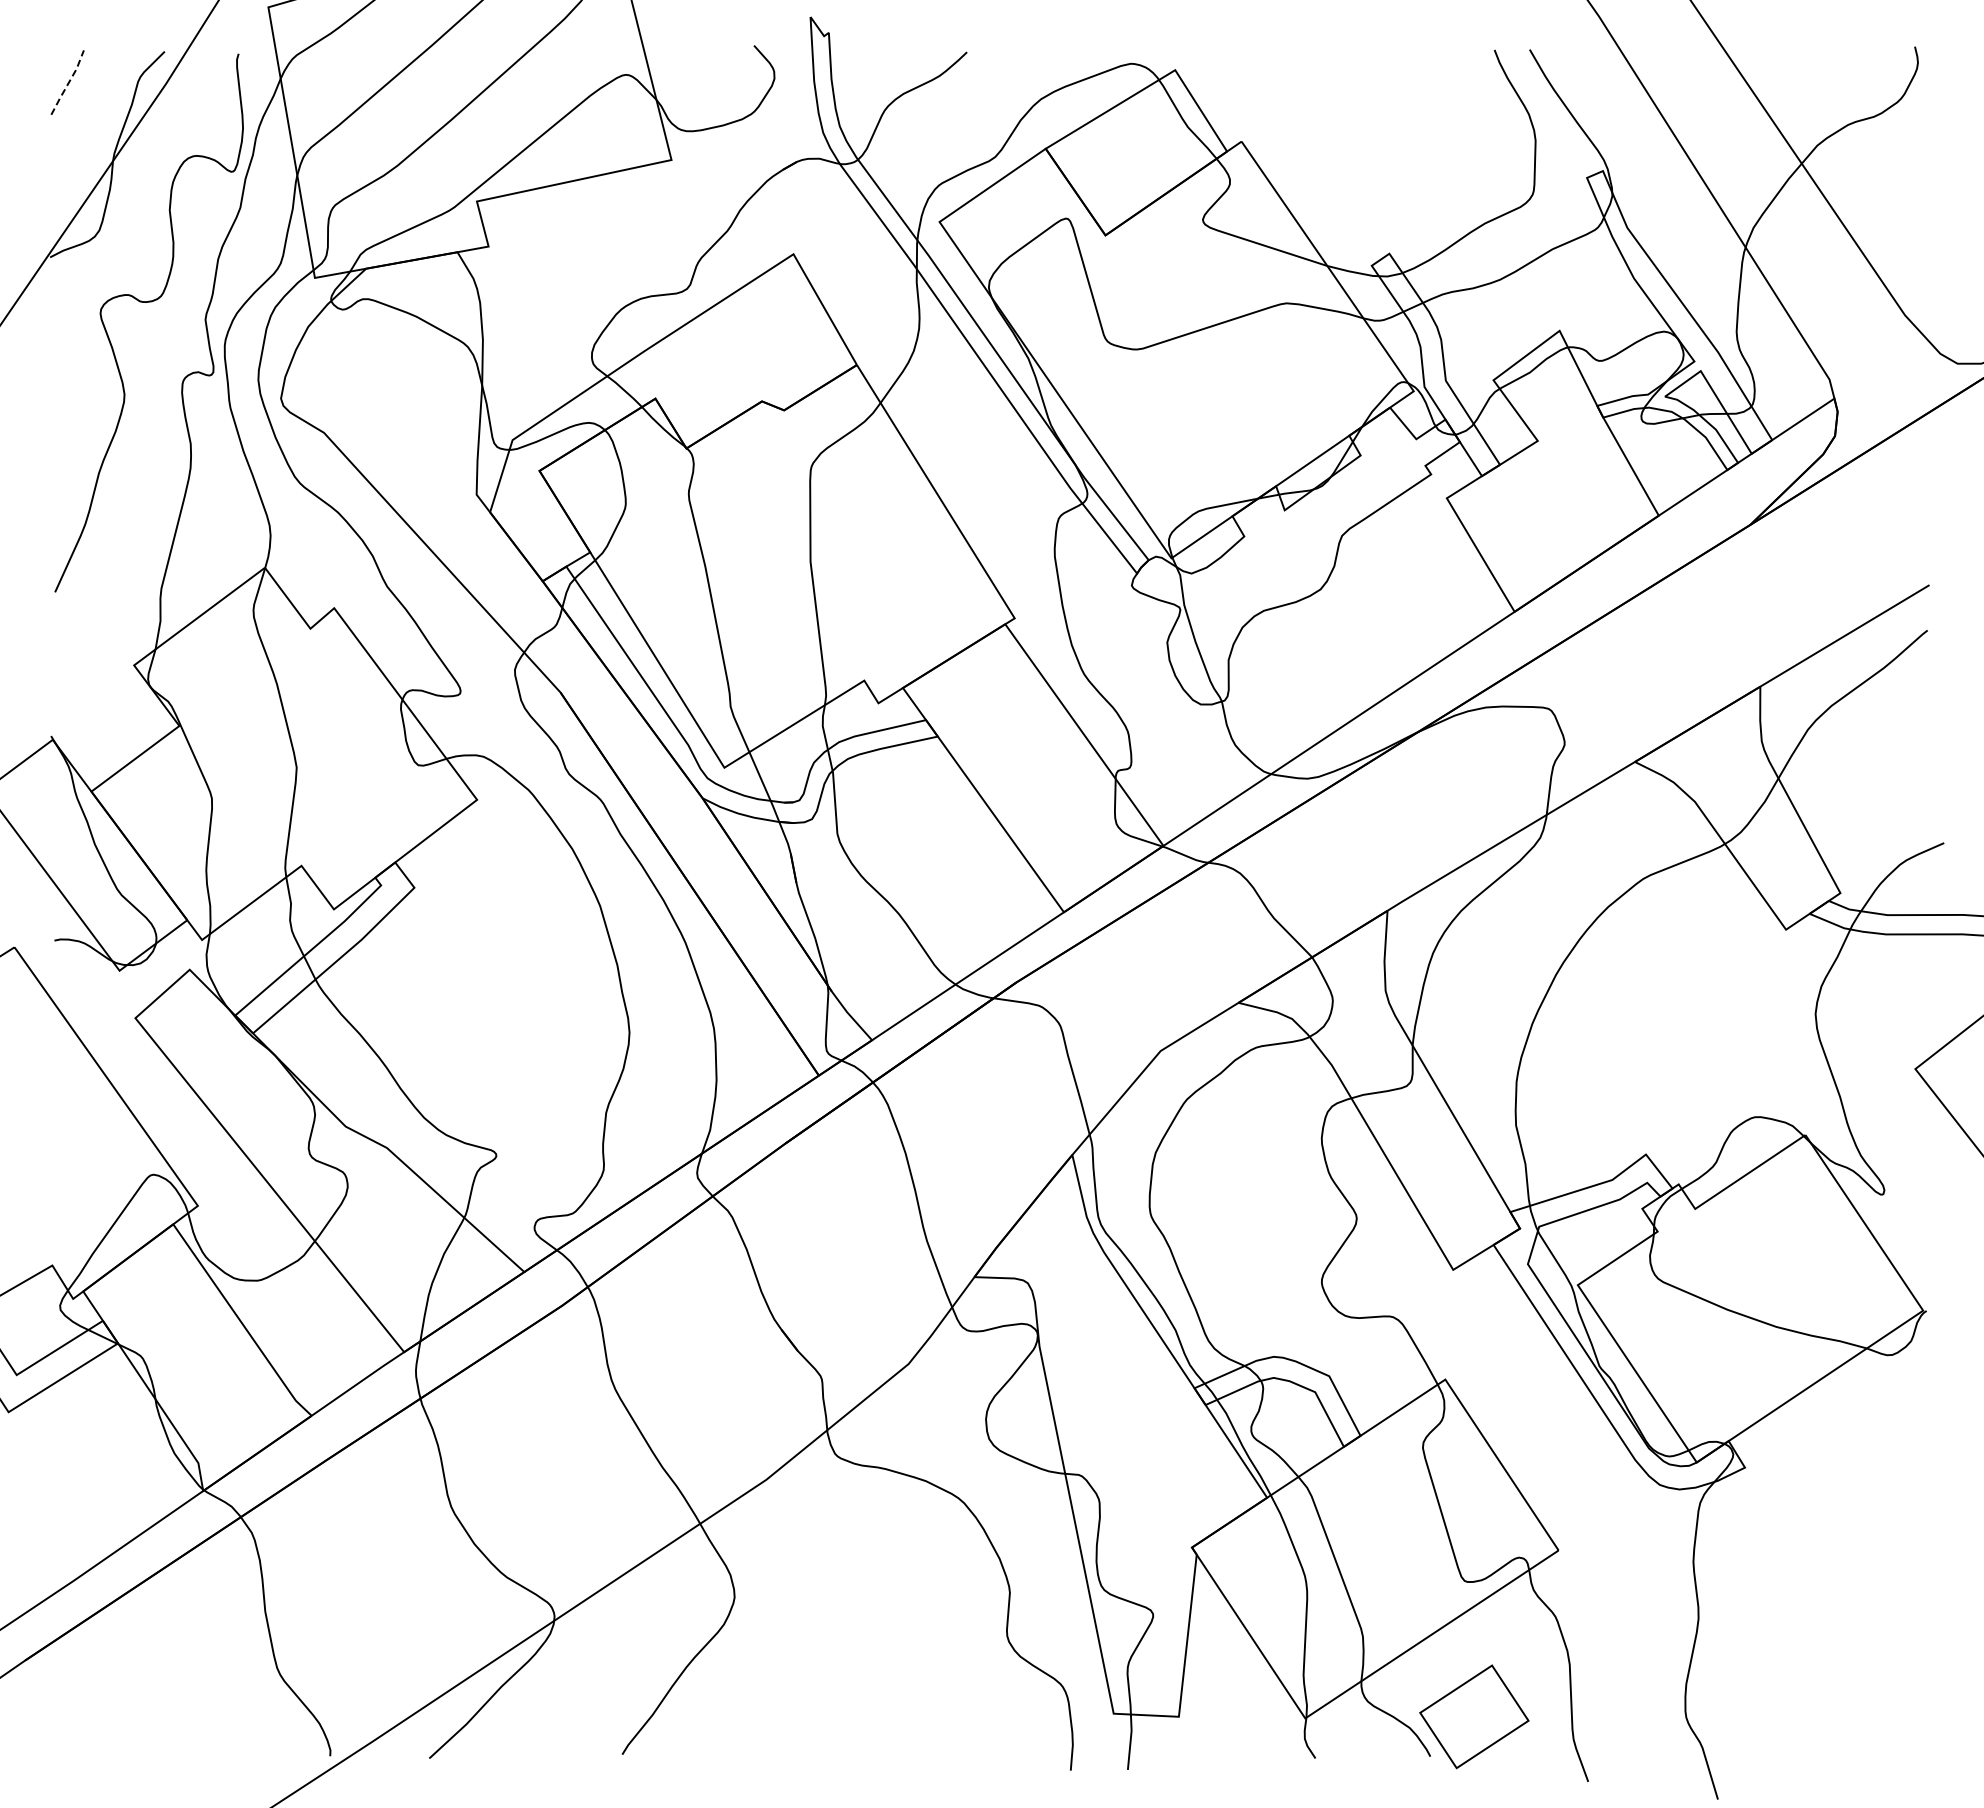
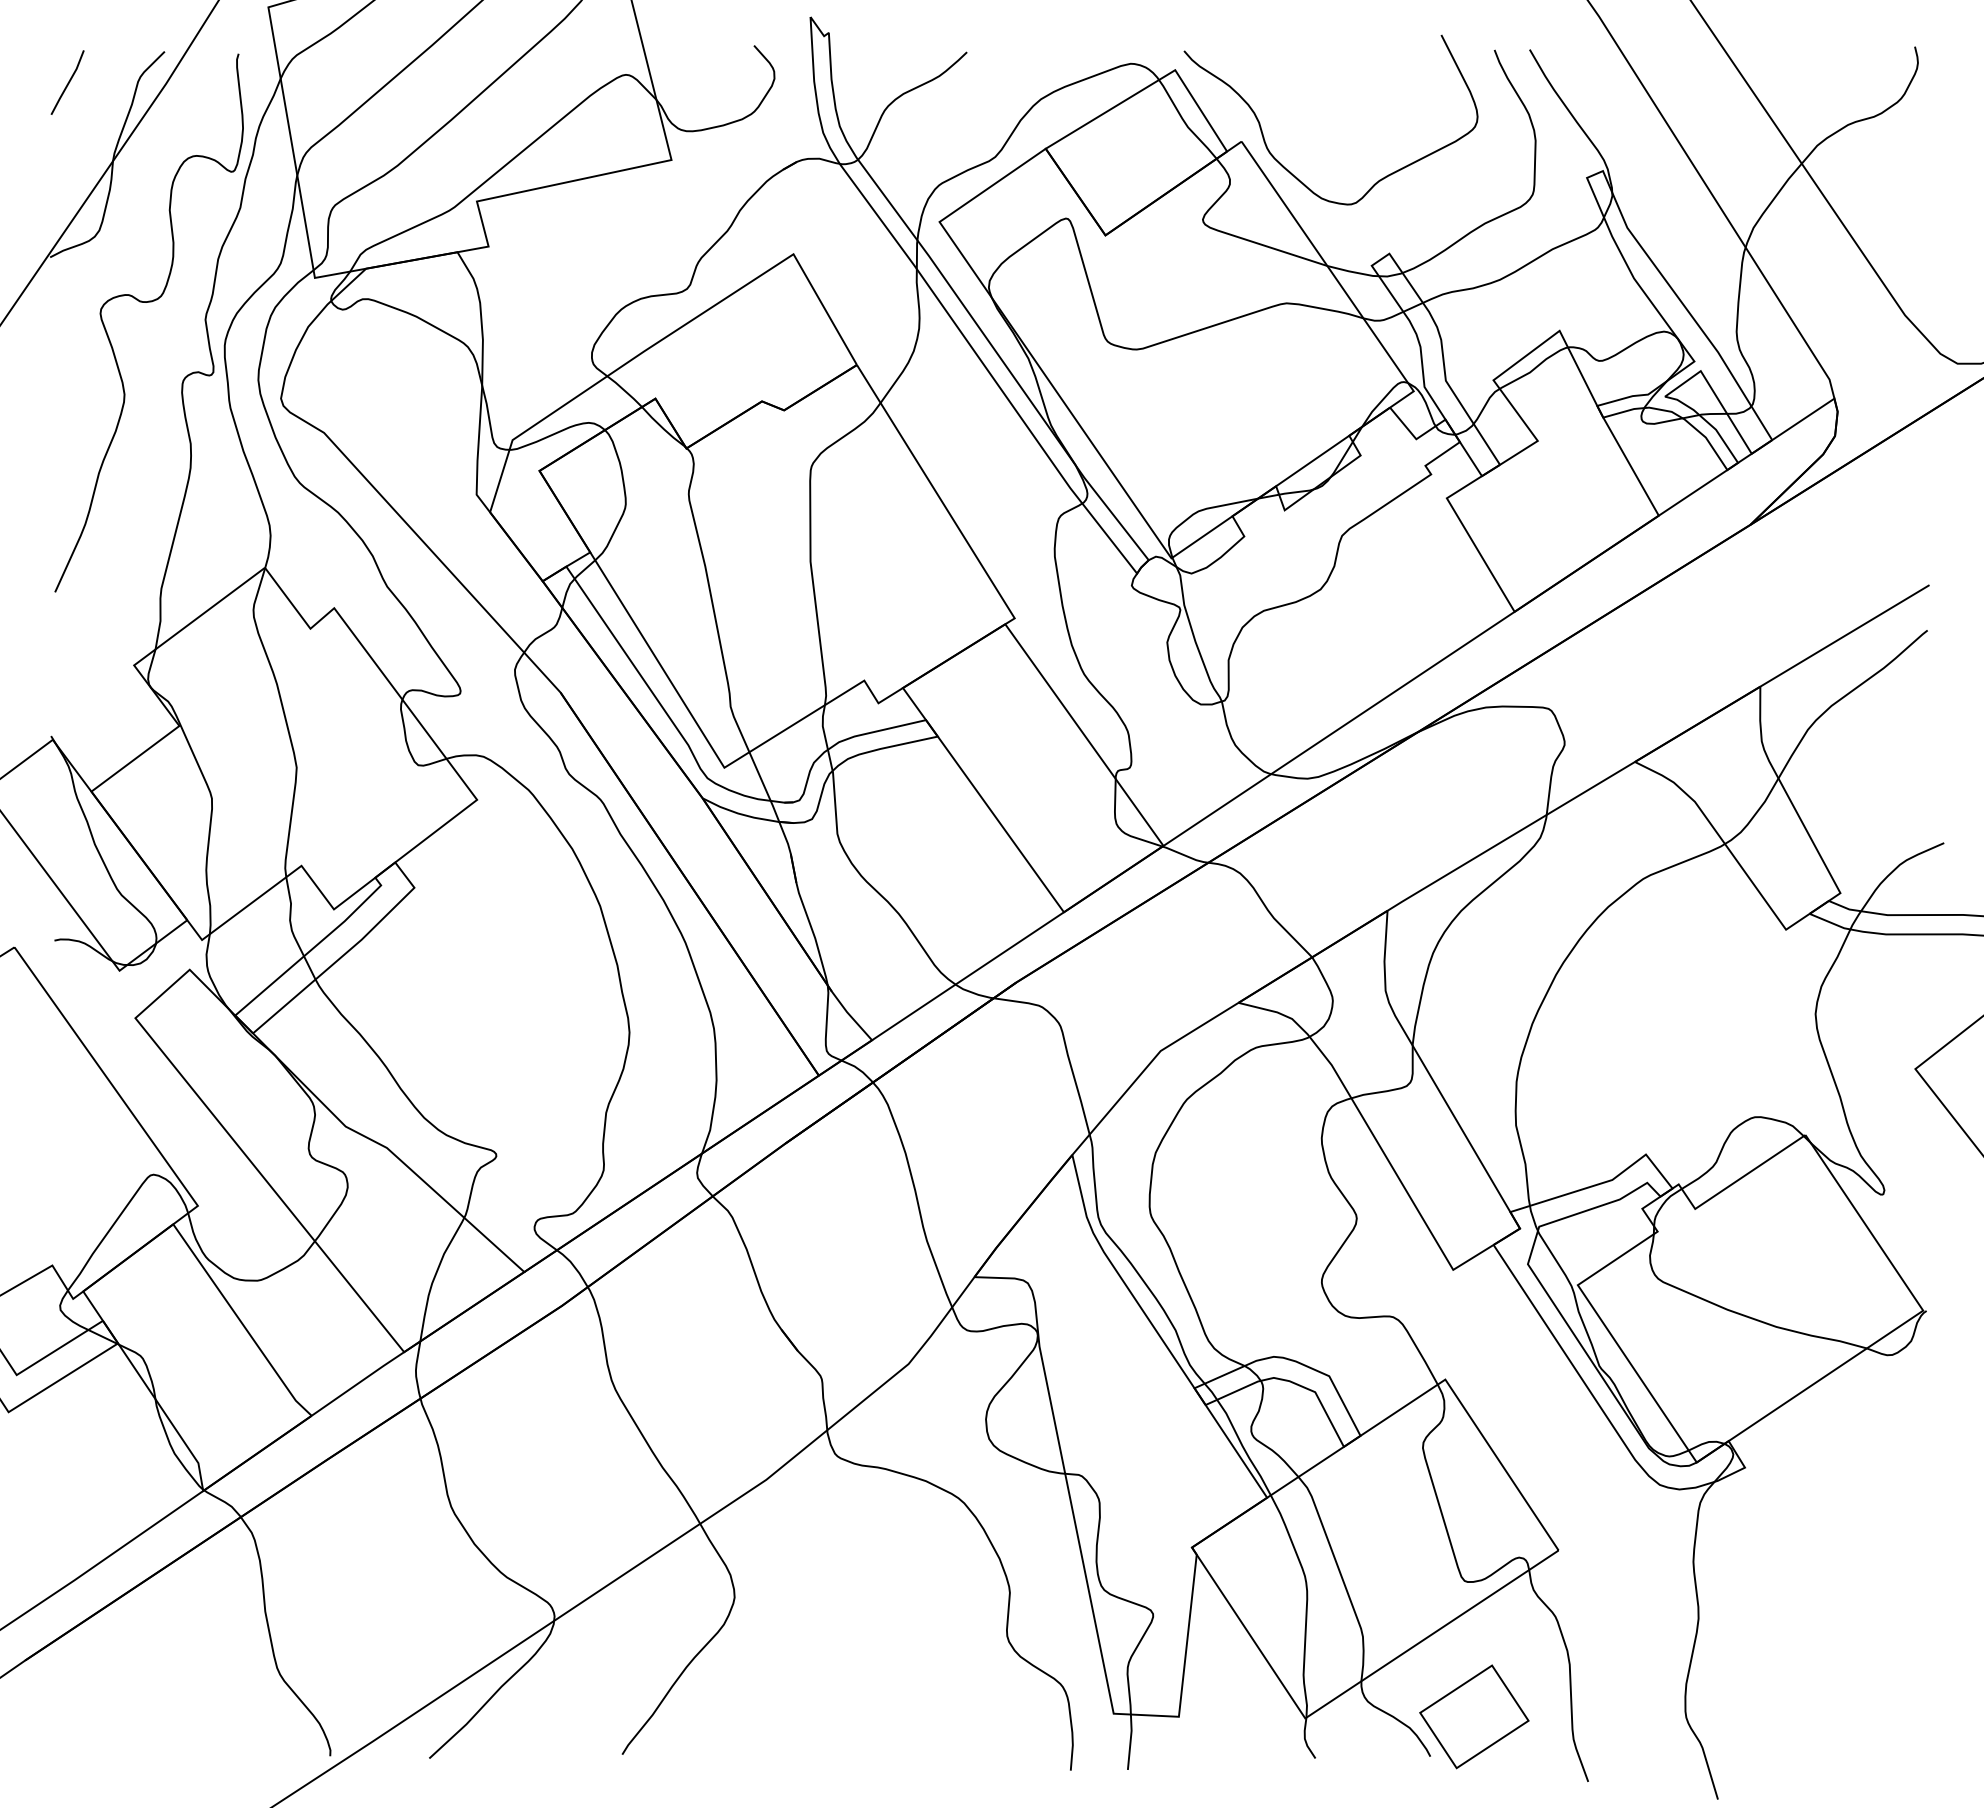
line at (68, 82): dashed -> solid
curve at (1289, 170): none -> present
